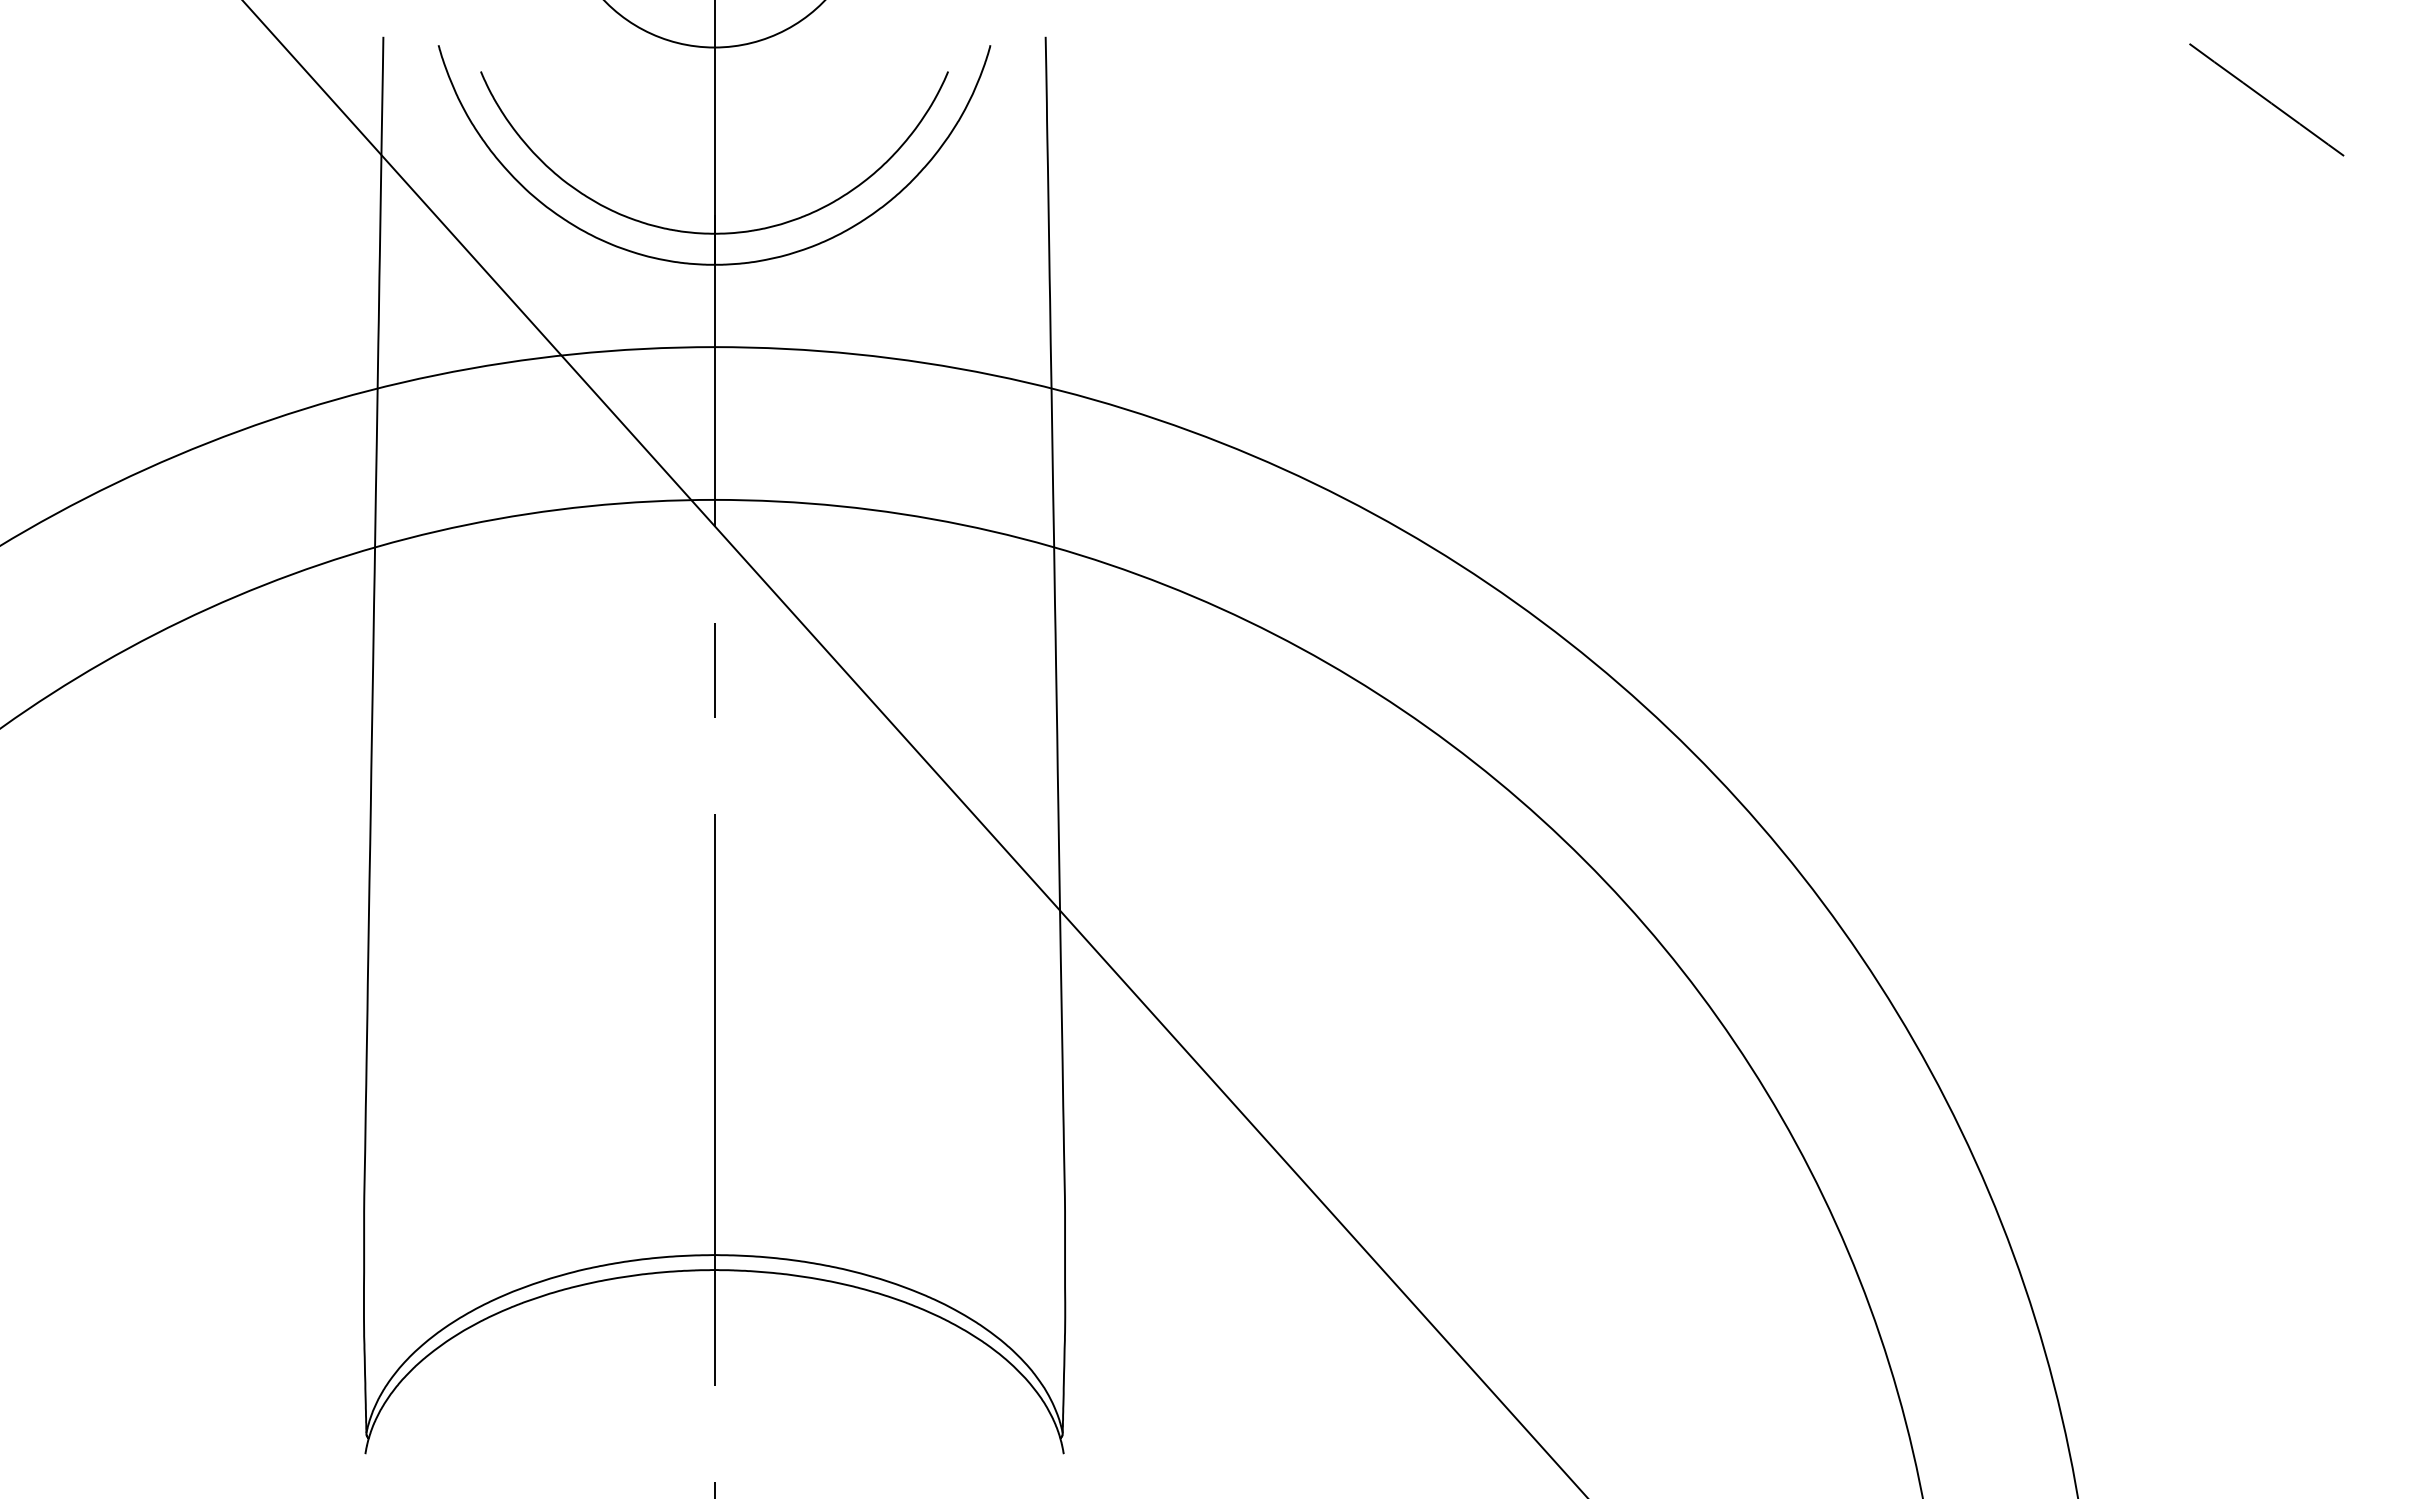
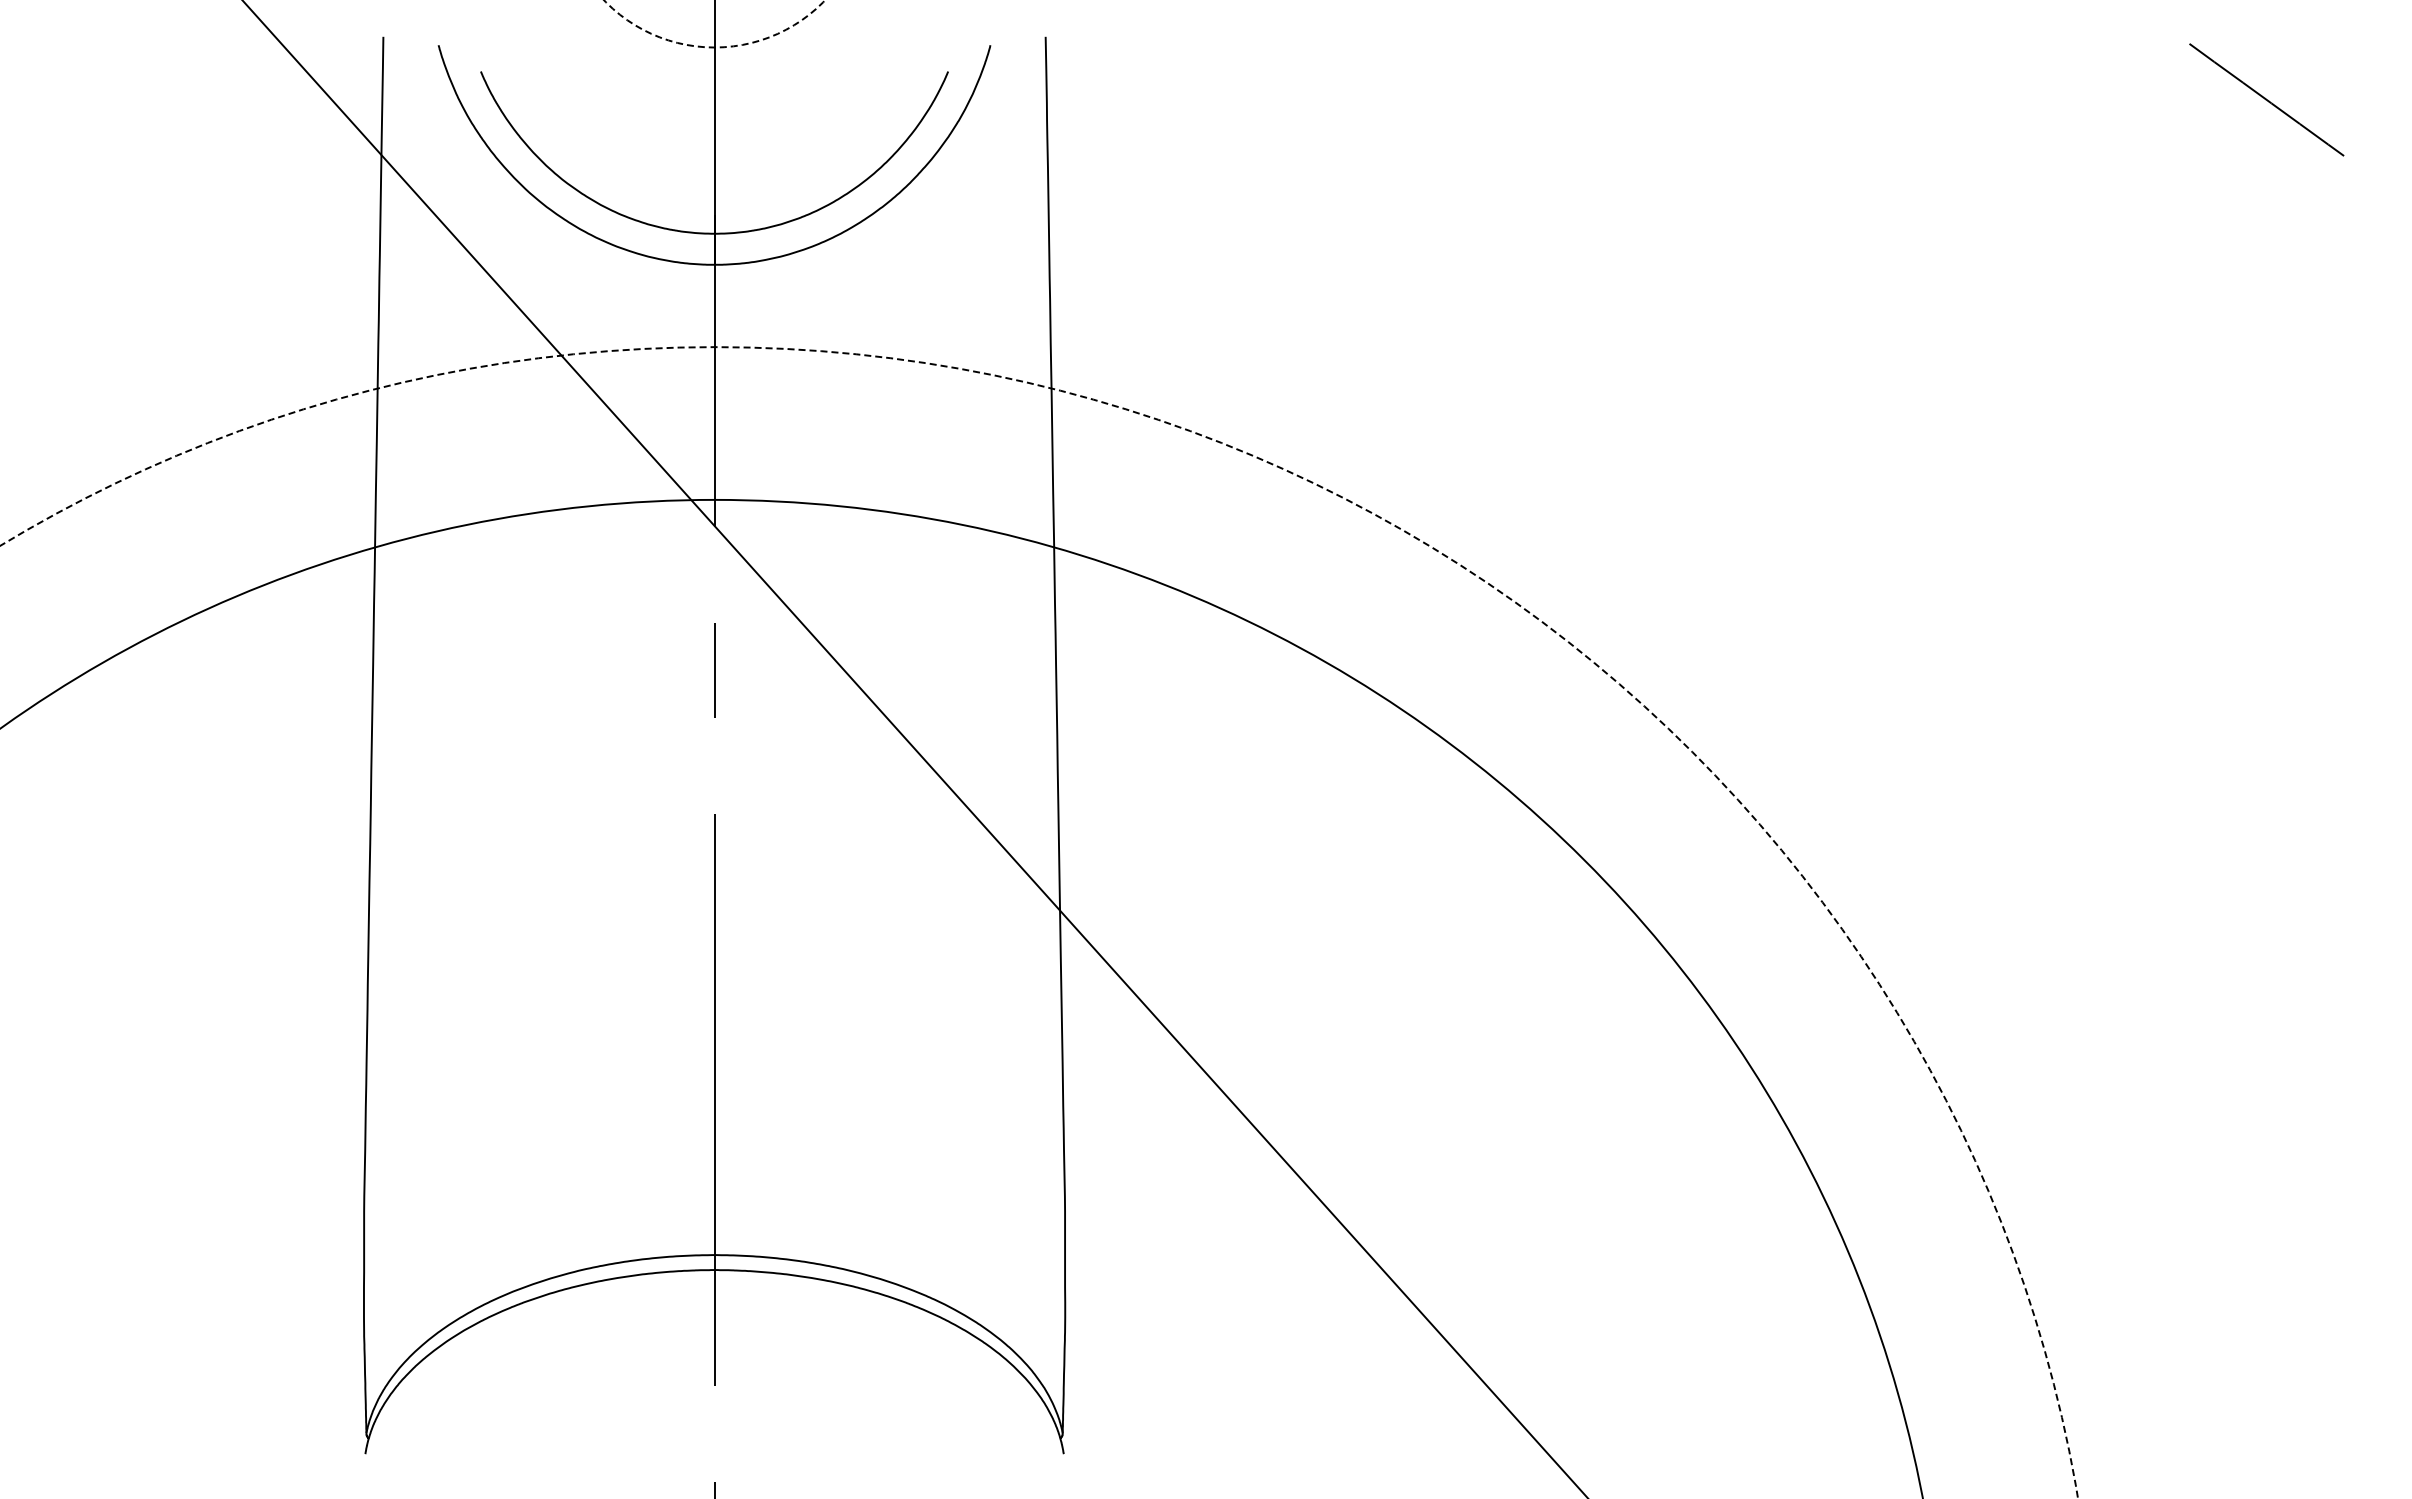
arc at (714, 47): solid -> dashed
circle at (1039, 922): solid -> dashed
